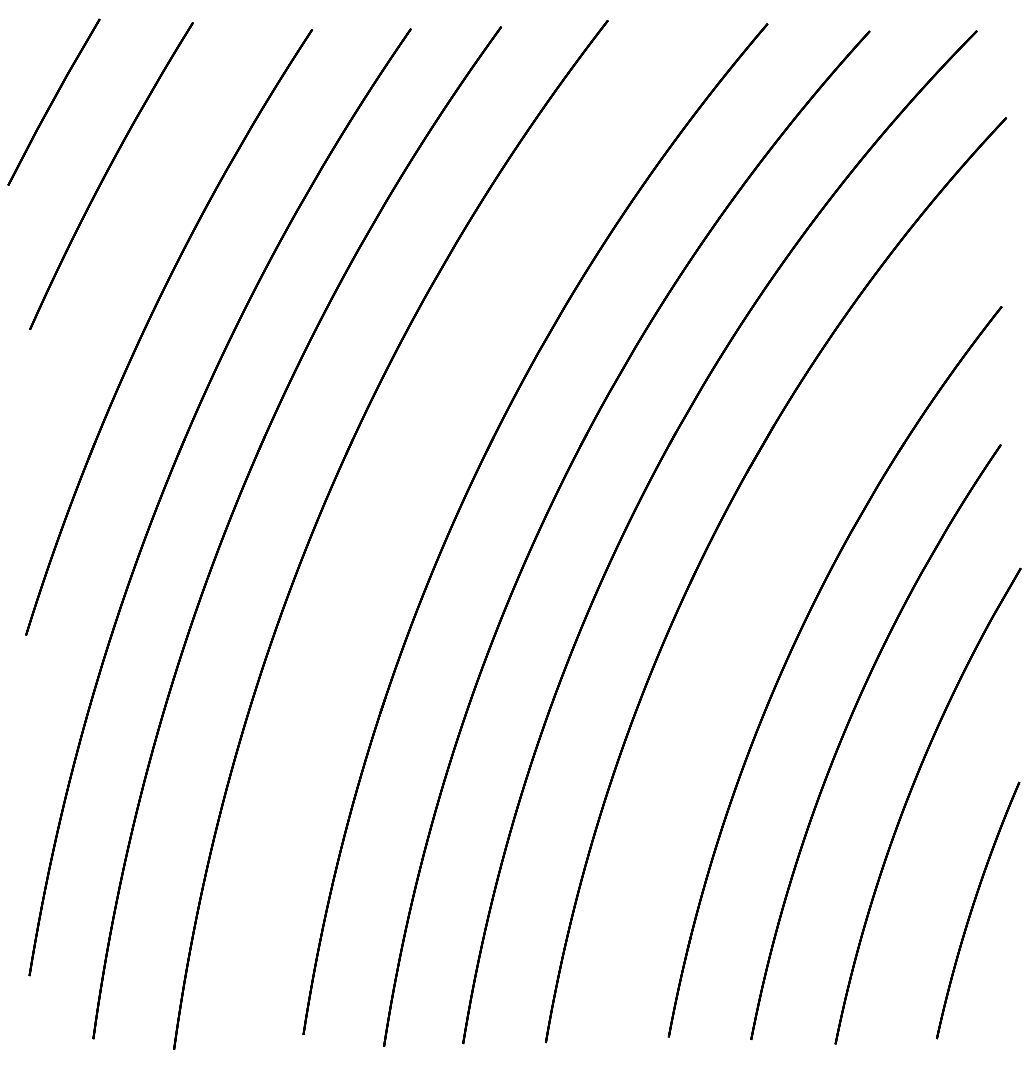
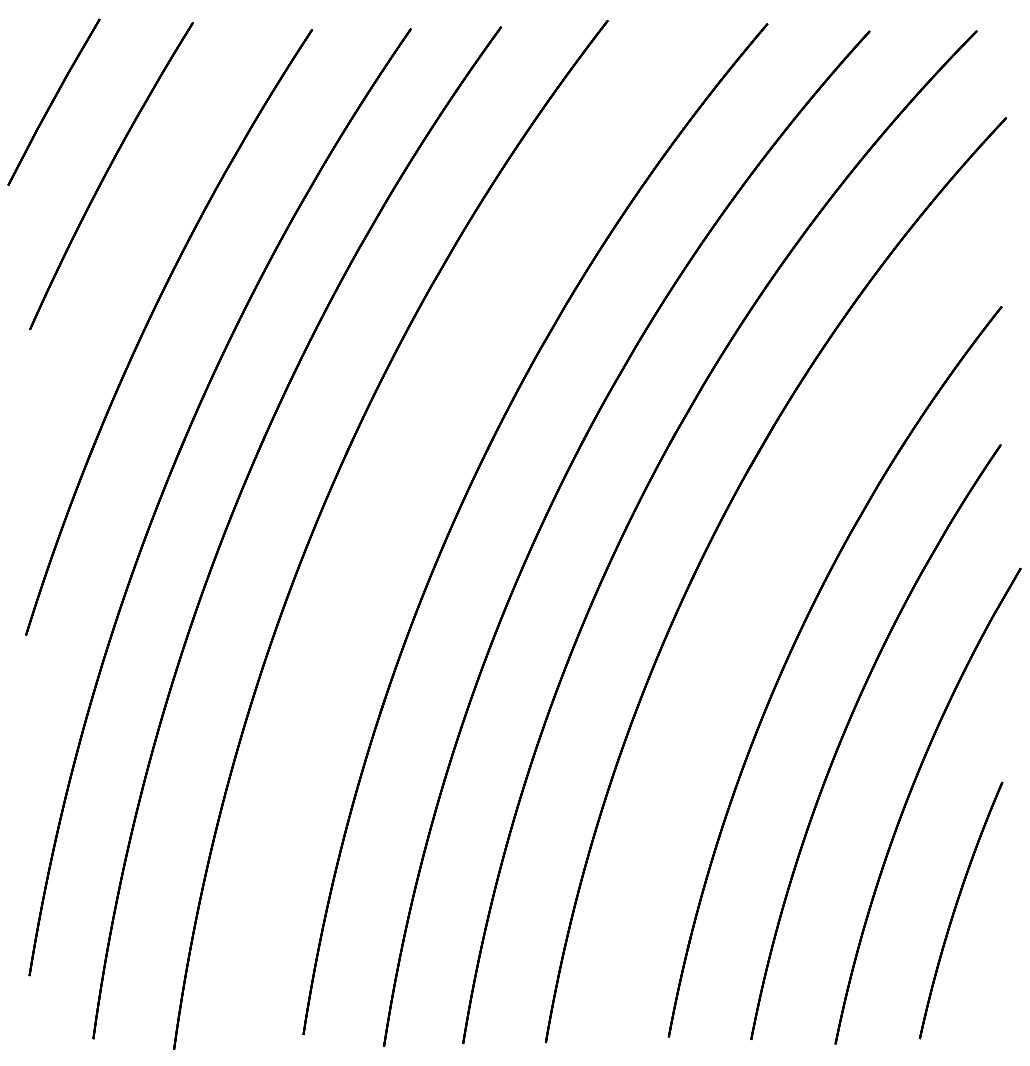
part at (978, 910) position: (978, 910) -> (961, 910)
